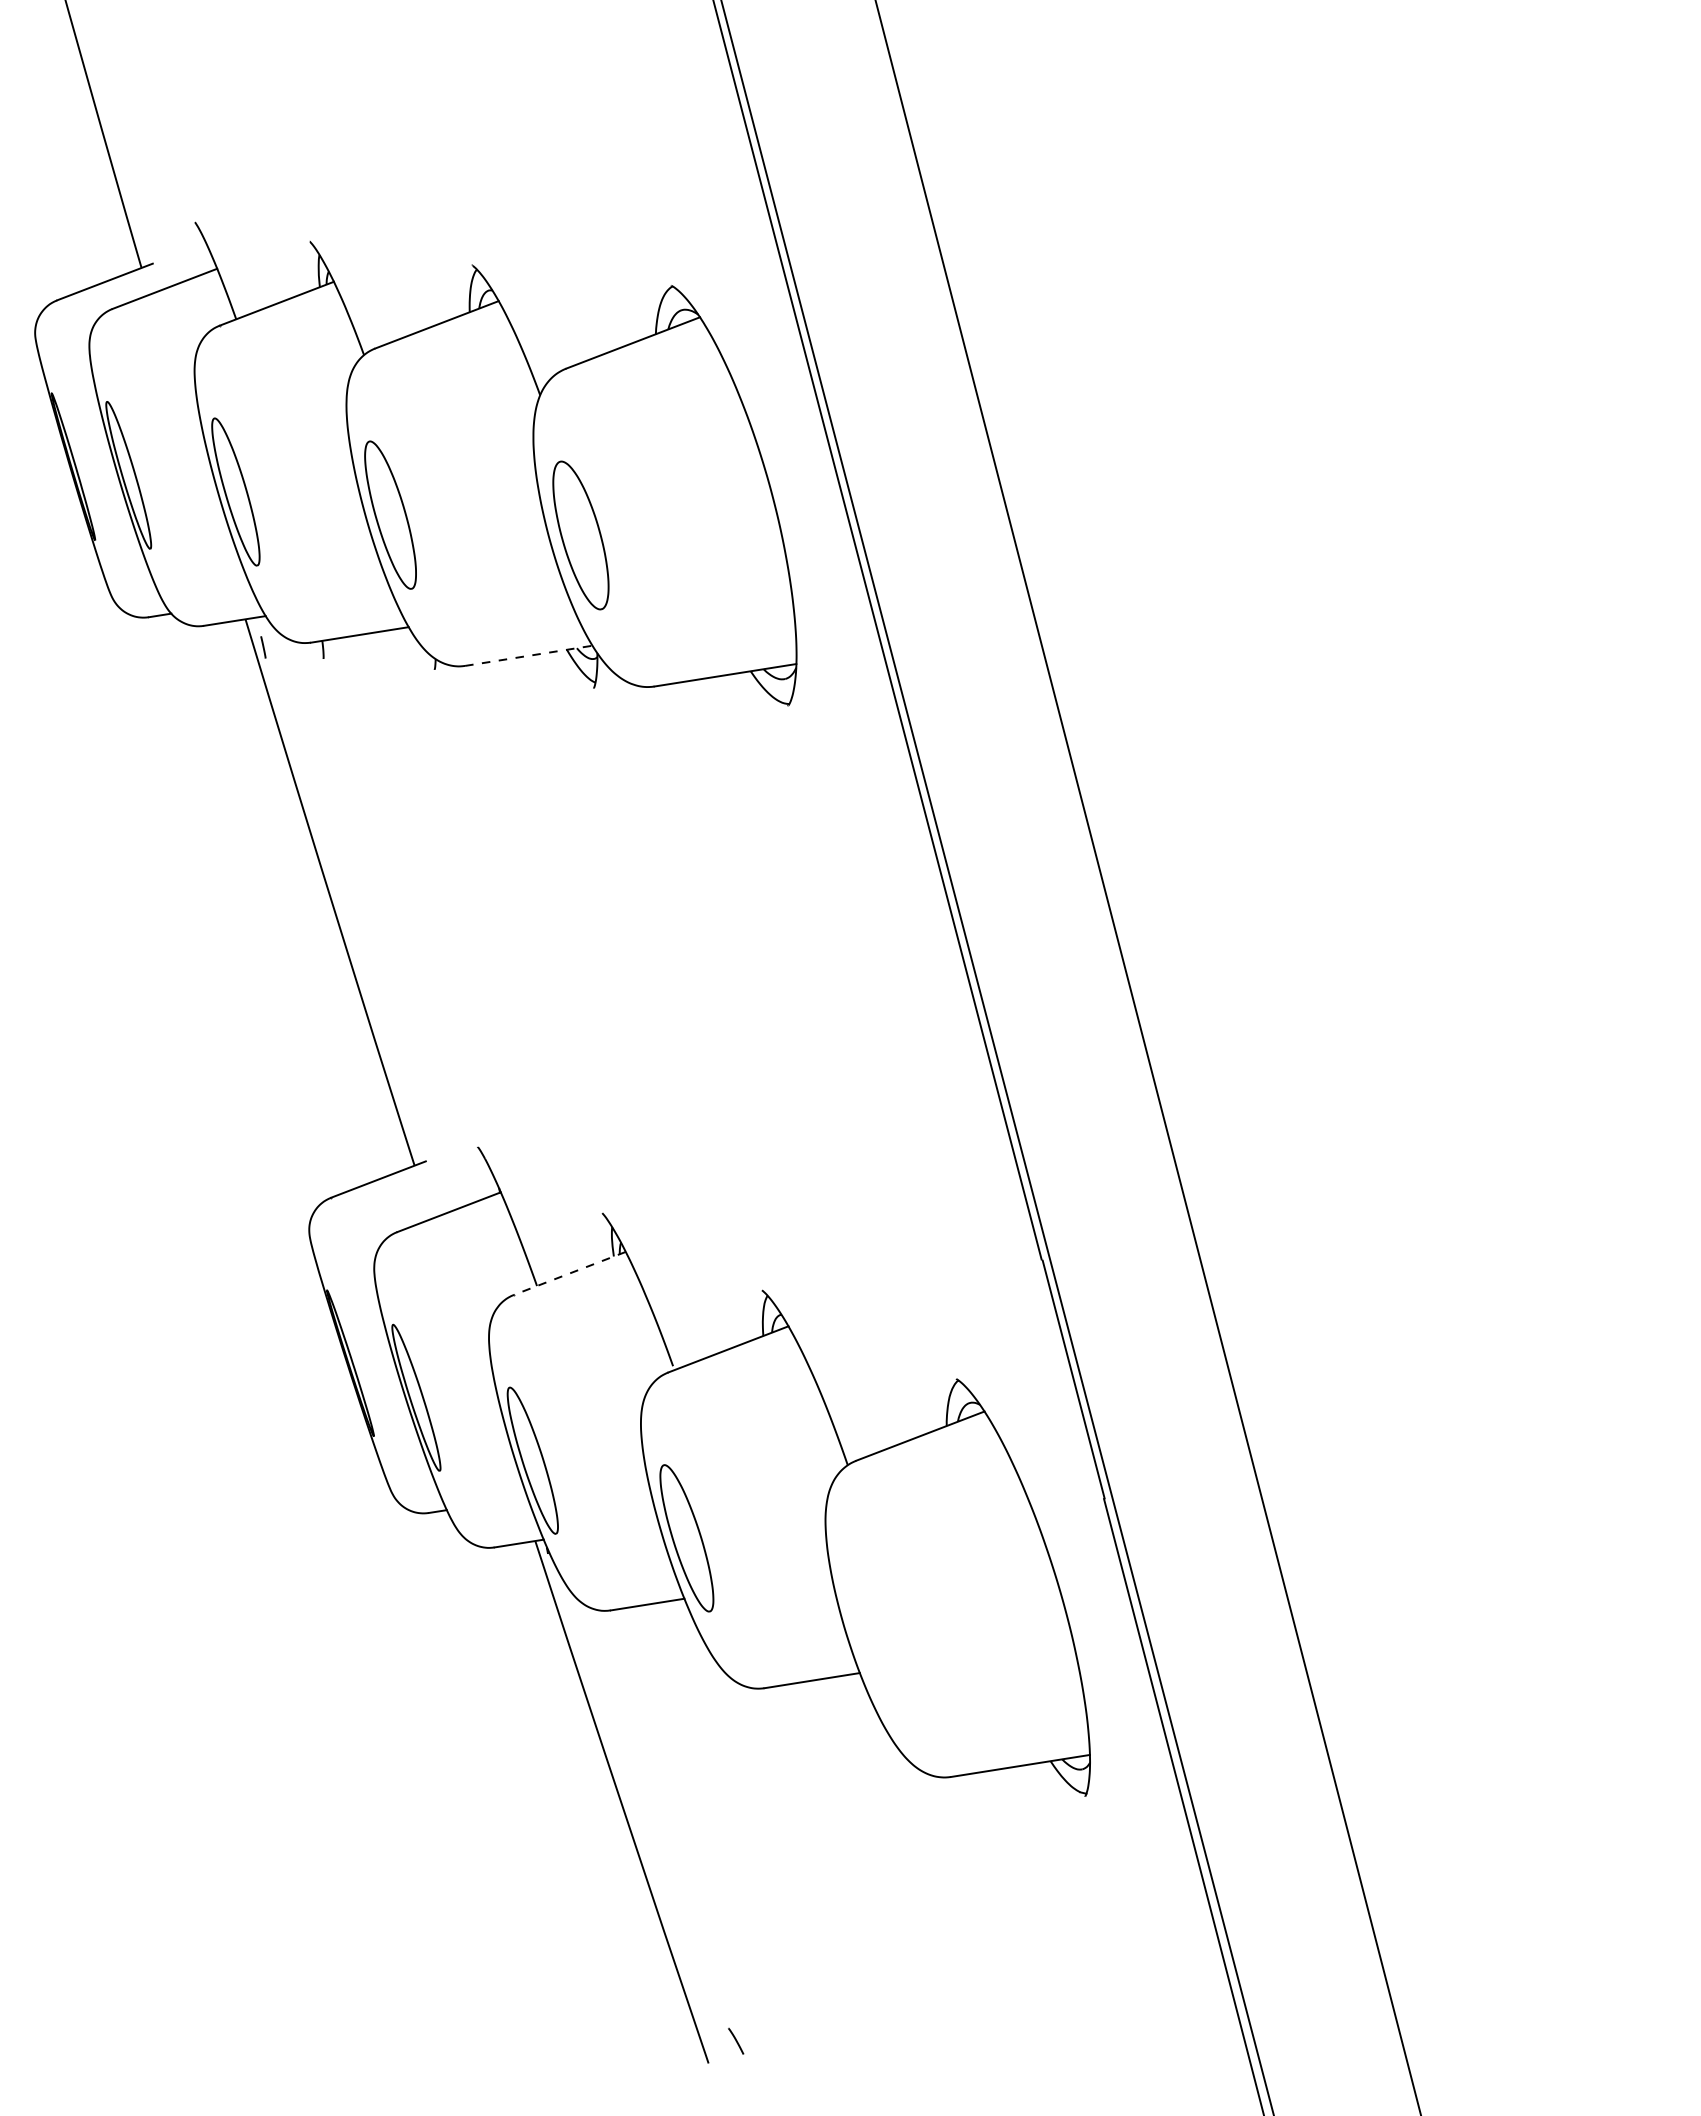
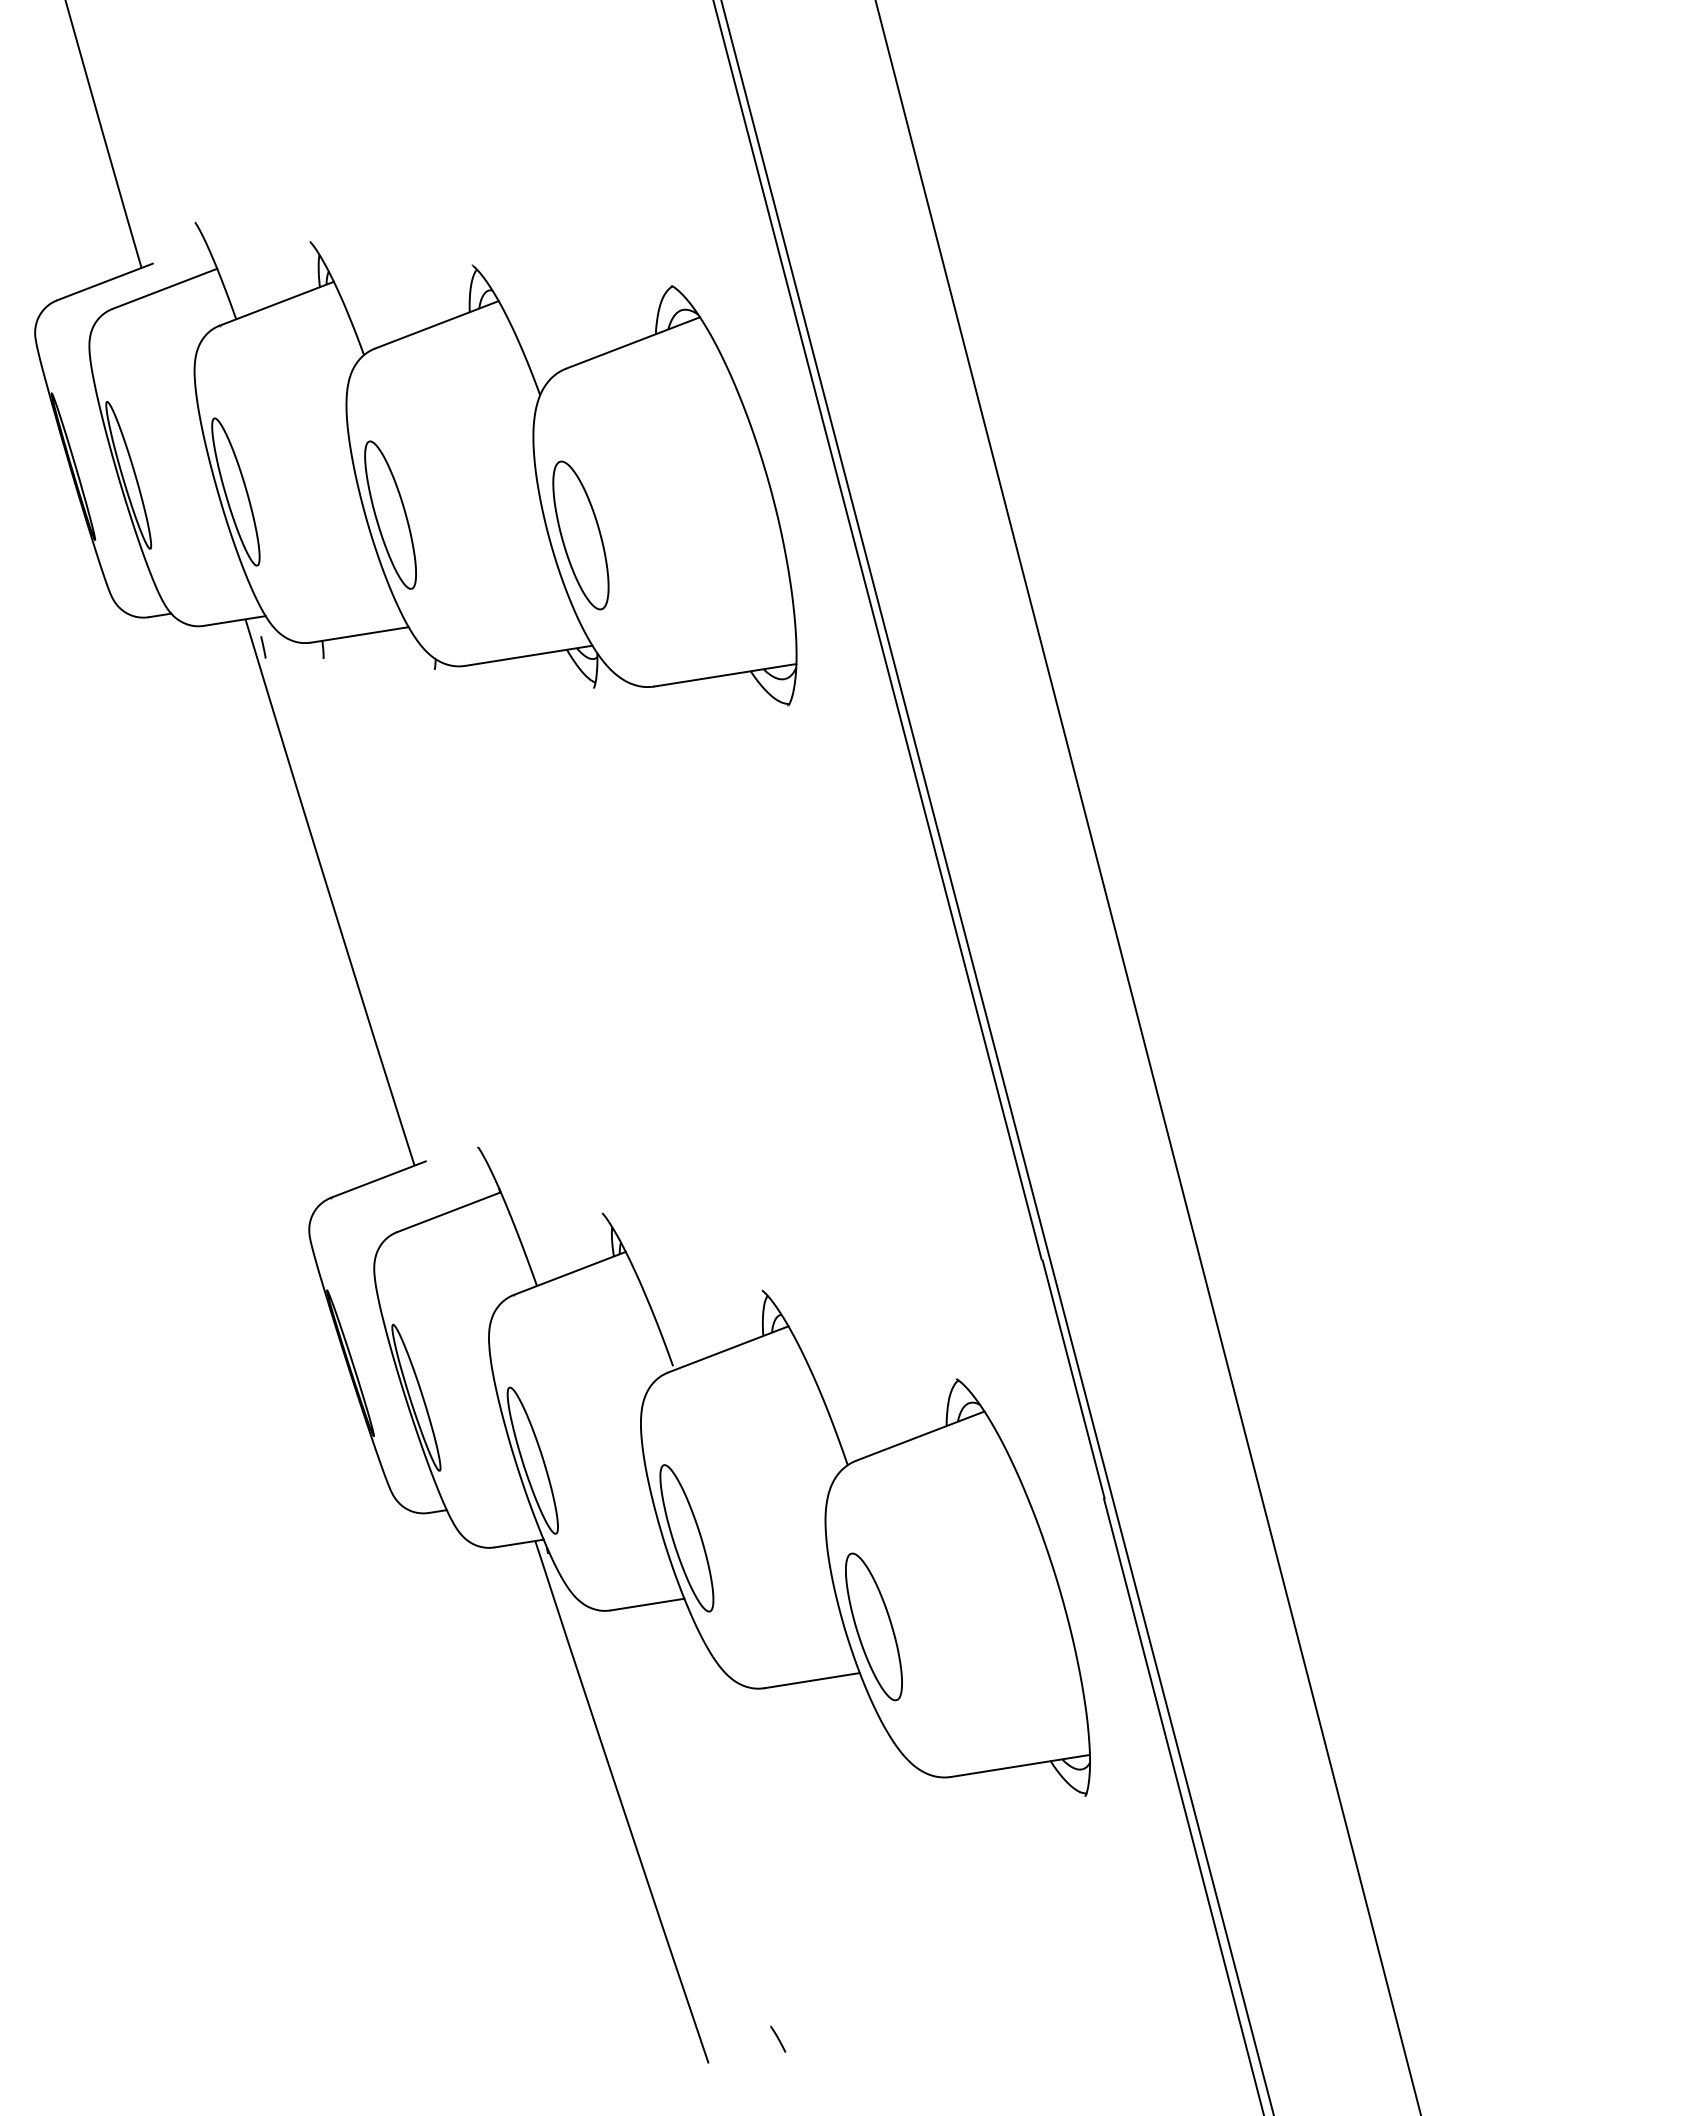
line at (528, 655): dashed -> solid
line at (569, 1273): dashed -> solid
part at (873, 1626): none -> present
line at (736, 2040) position: (736, 2040) -> (778, 2038)
